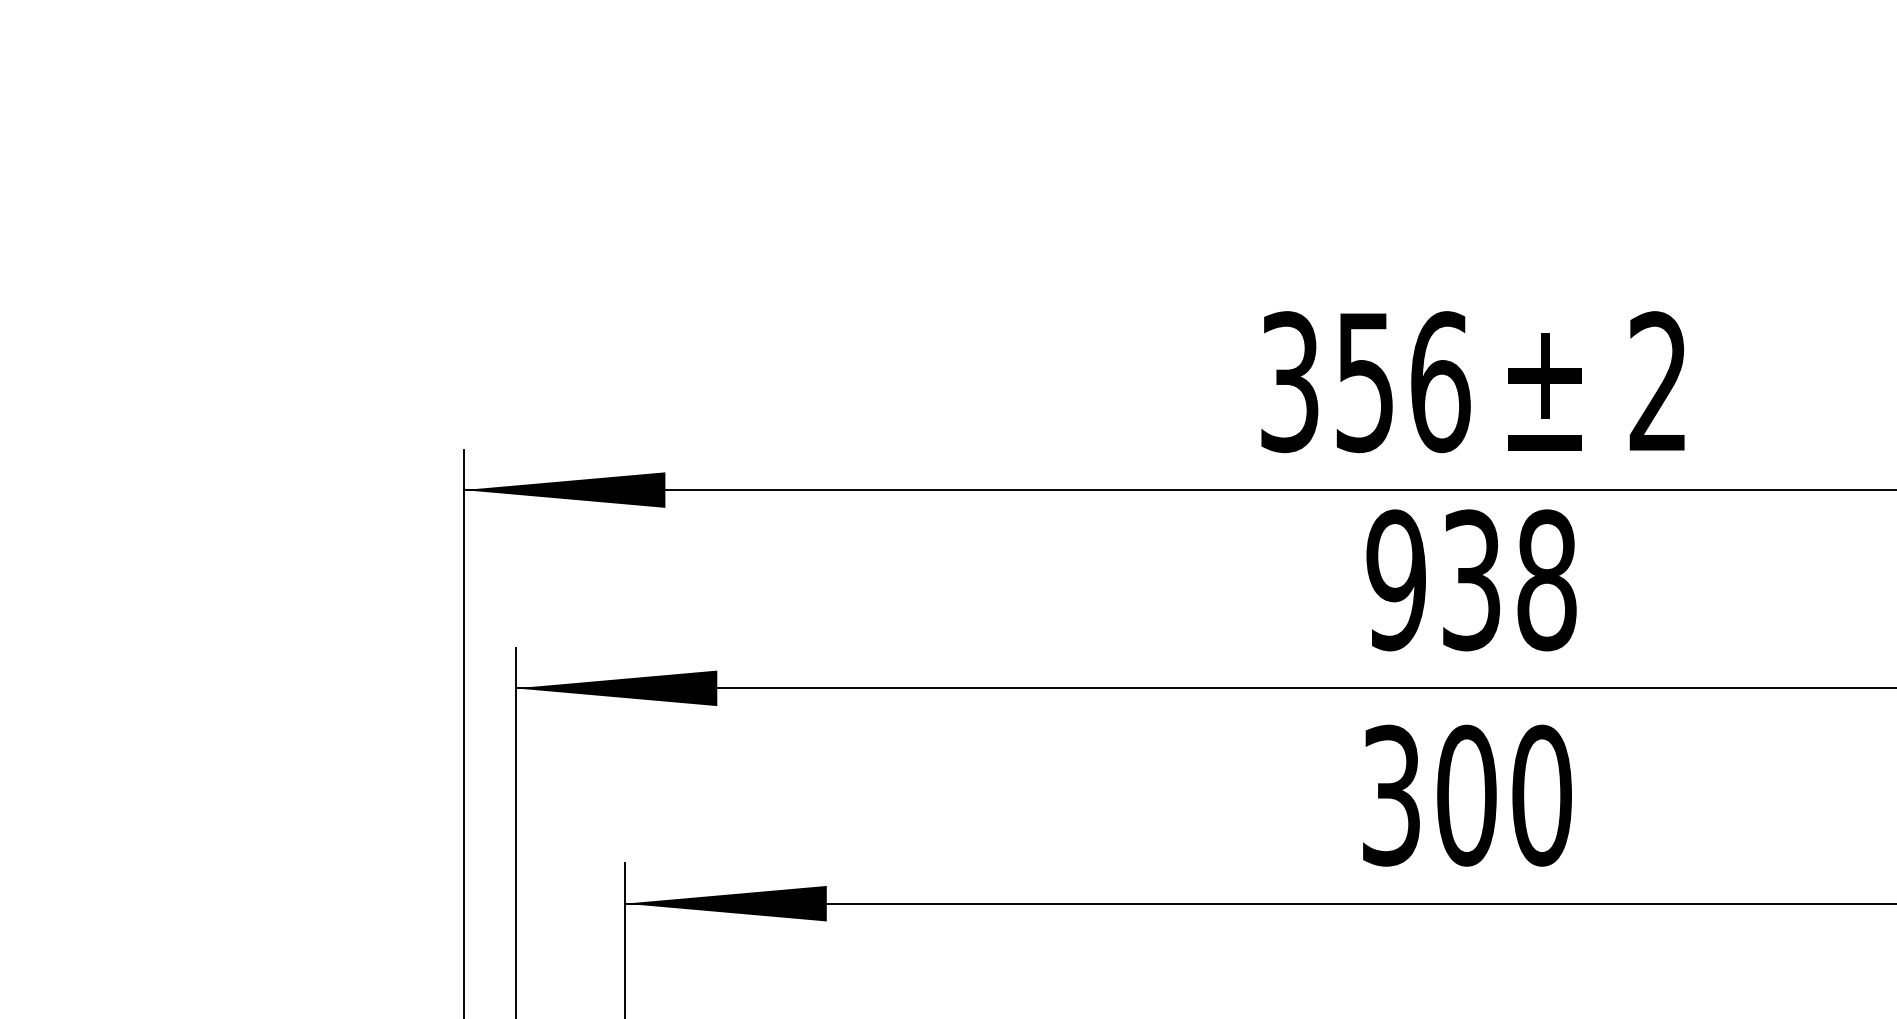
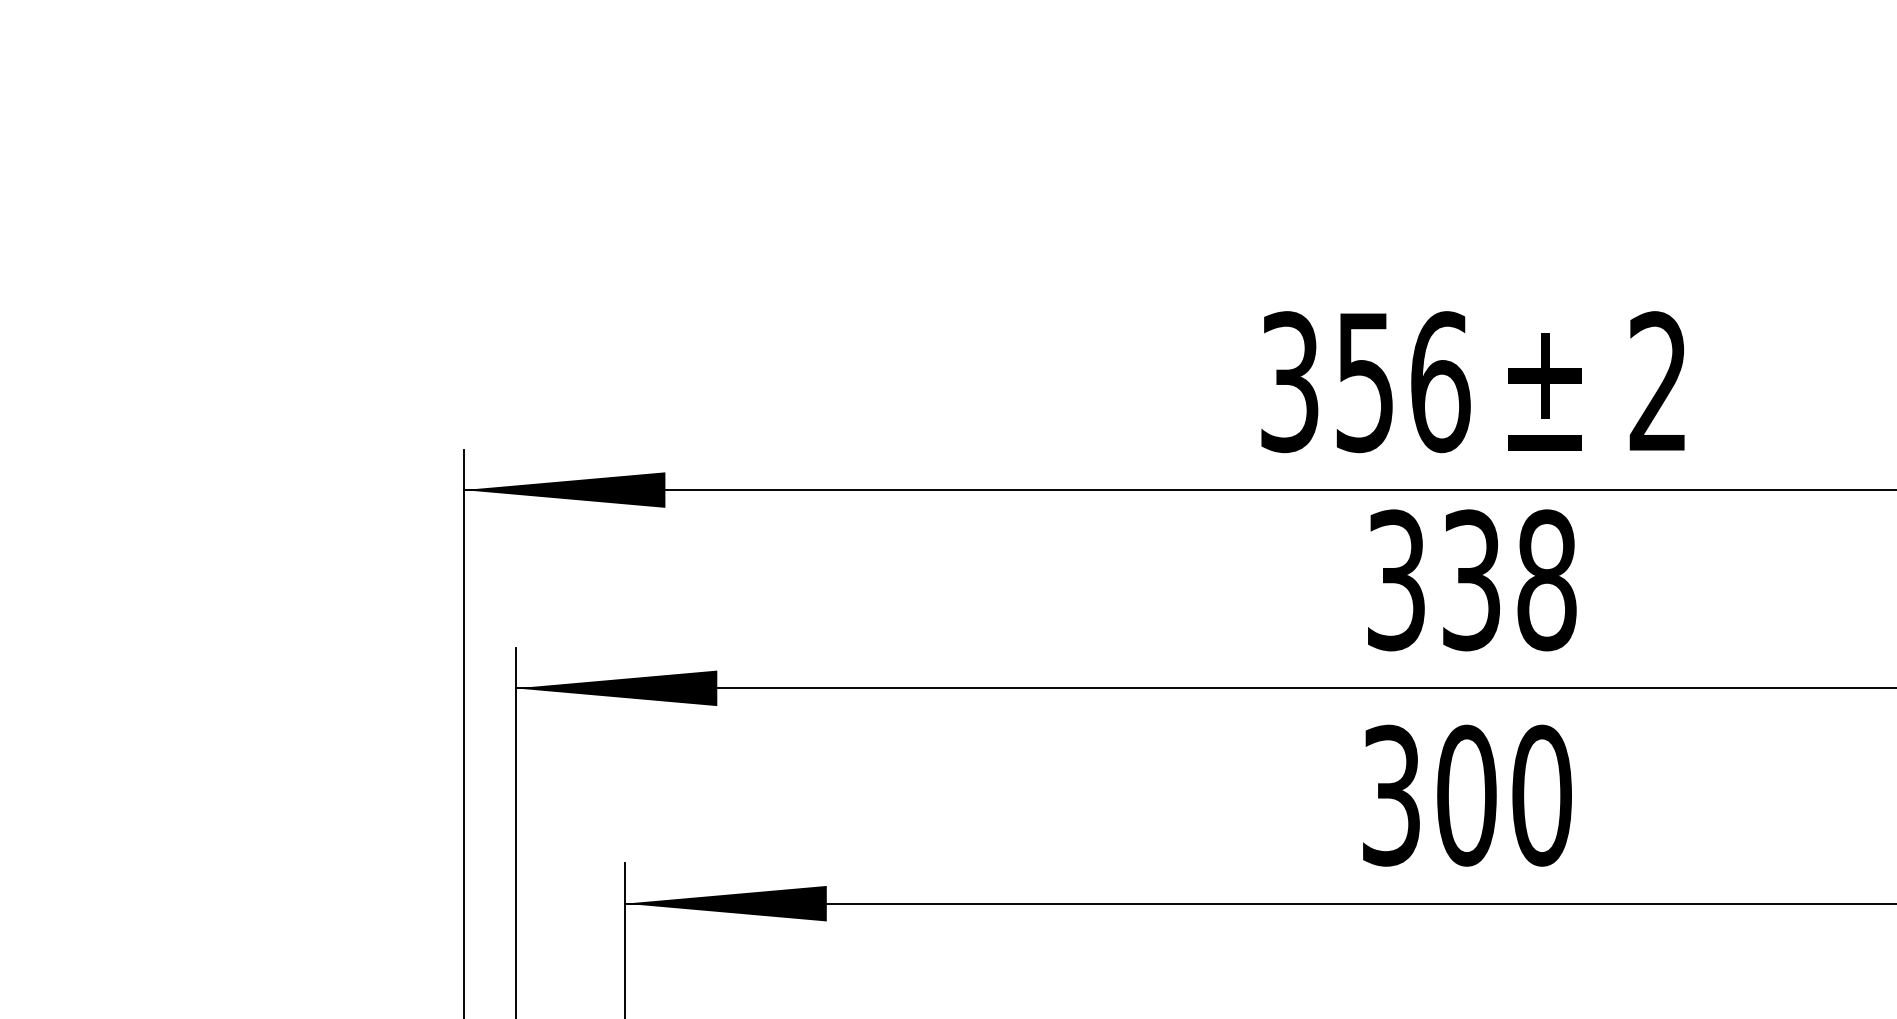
text at (1395, 580): 938 -> 338
